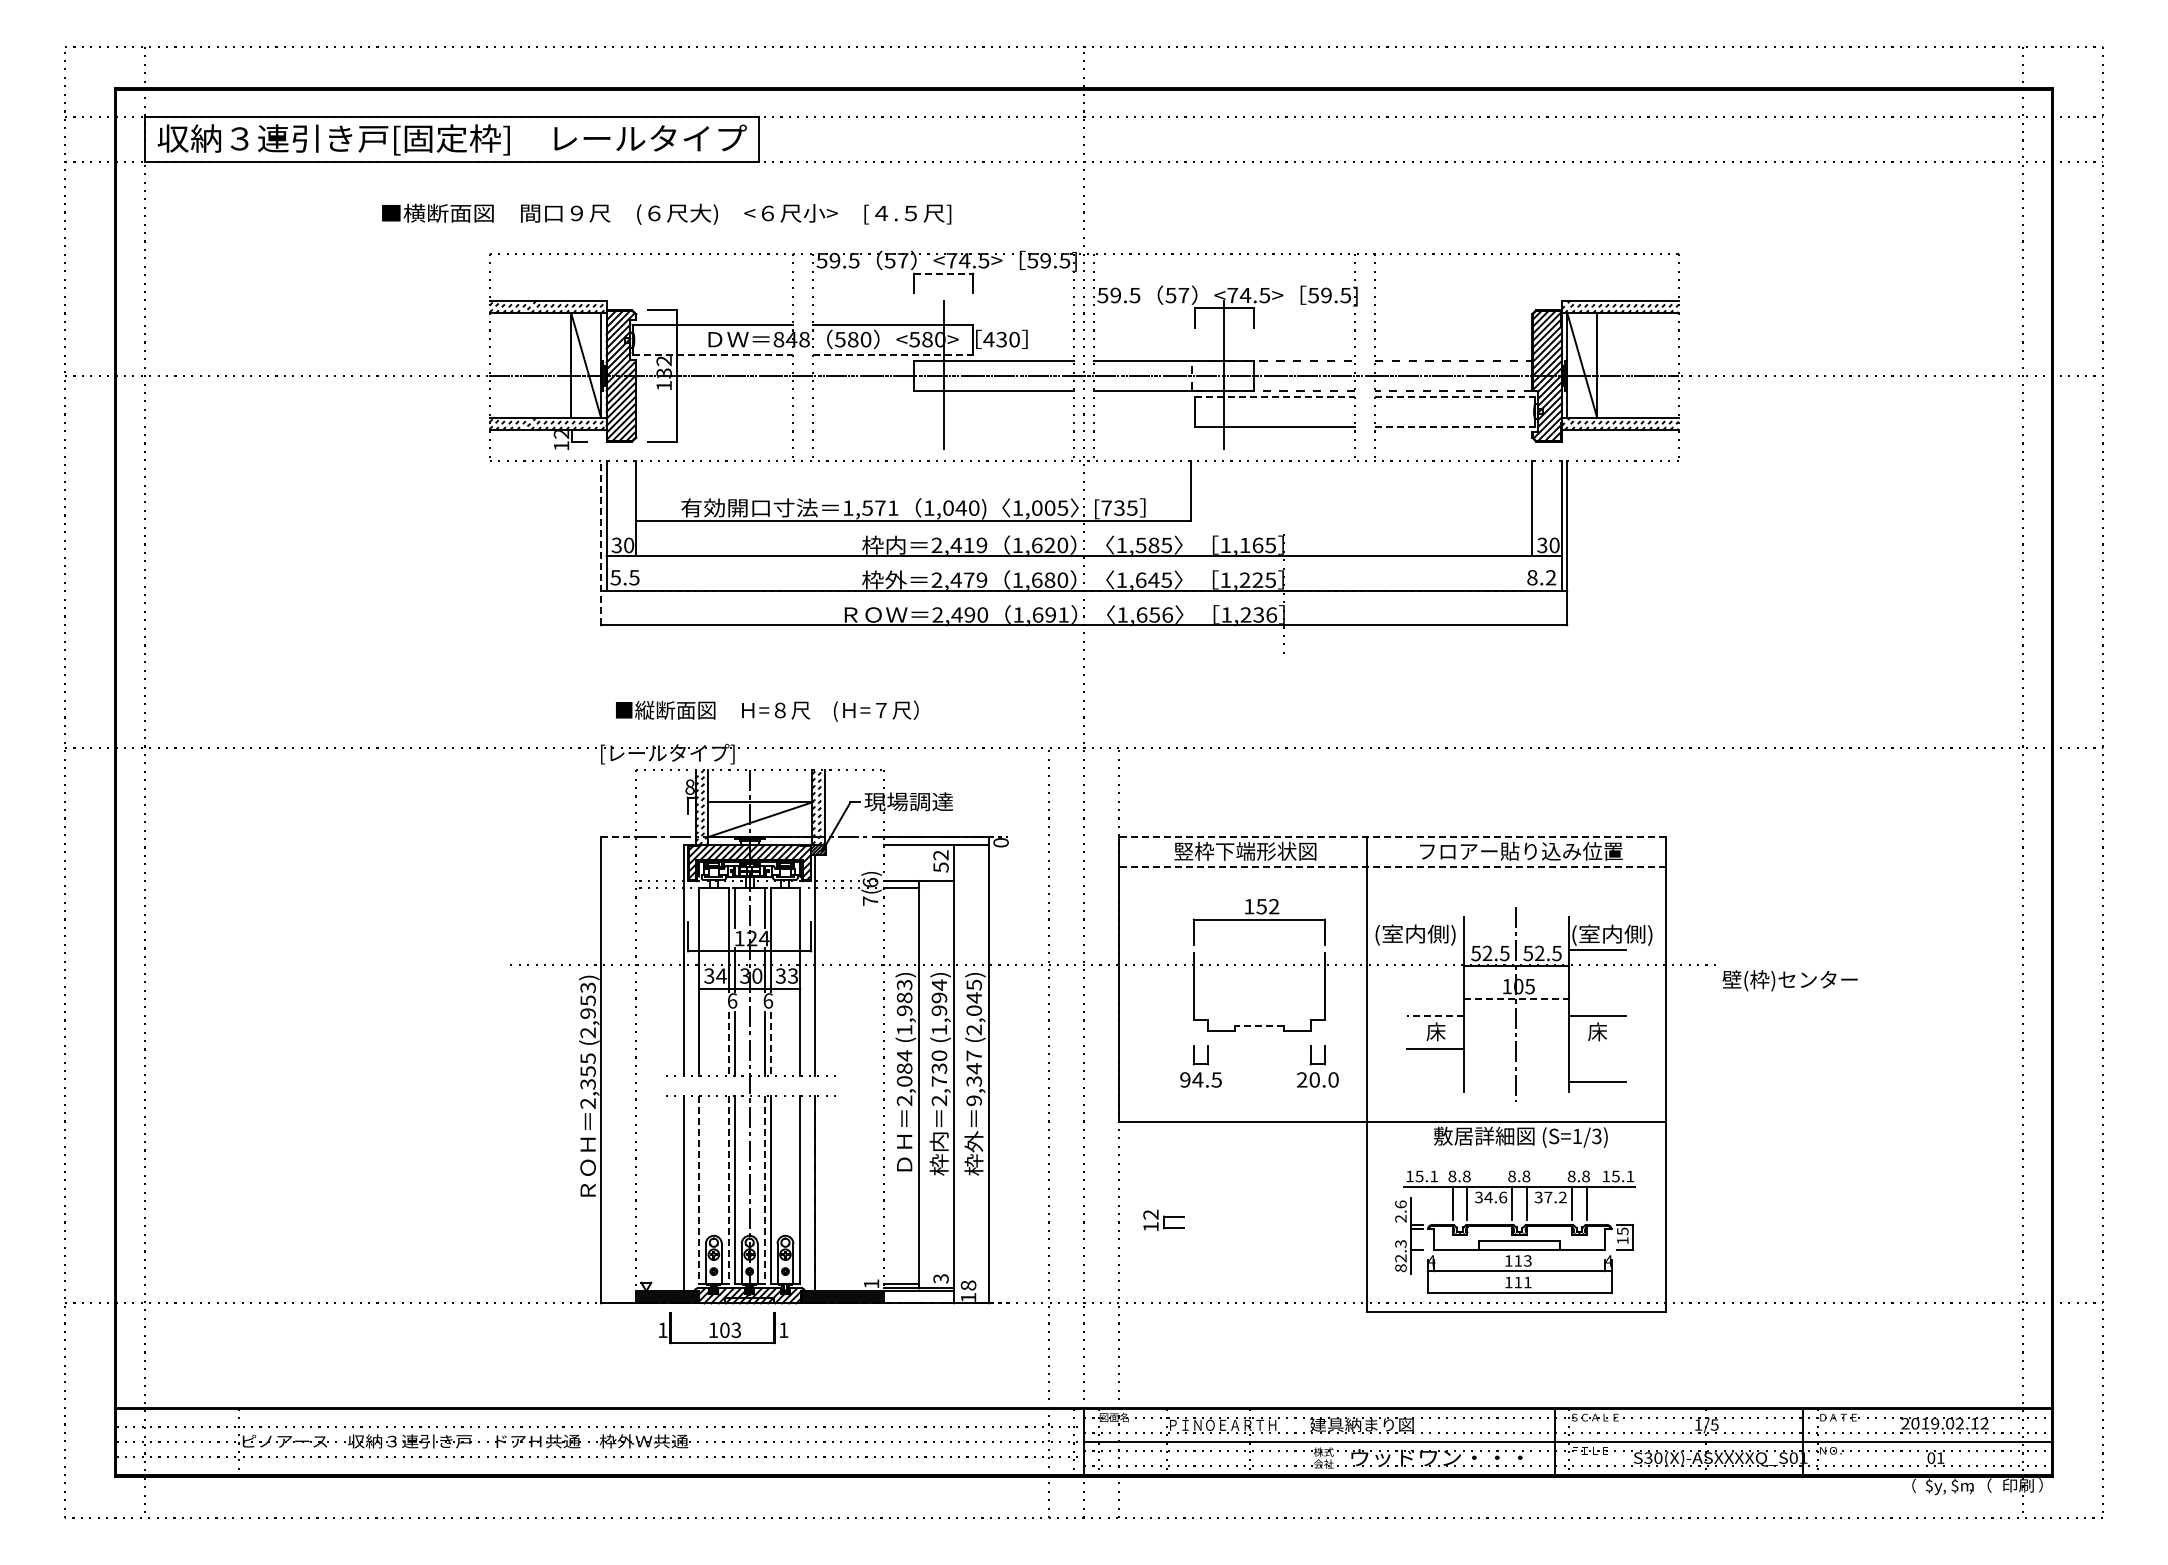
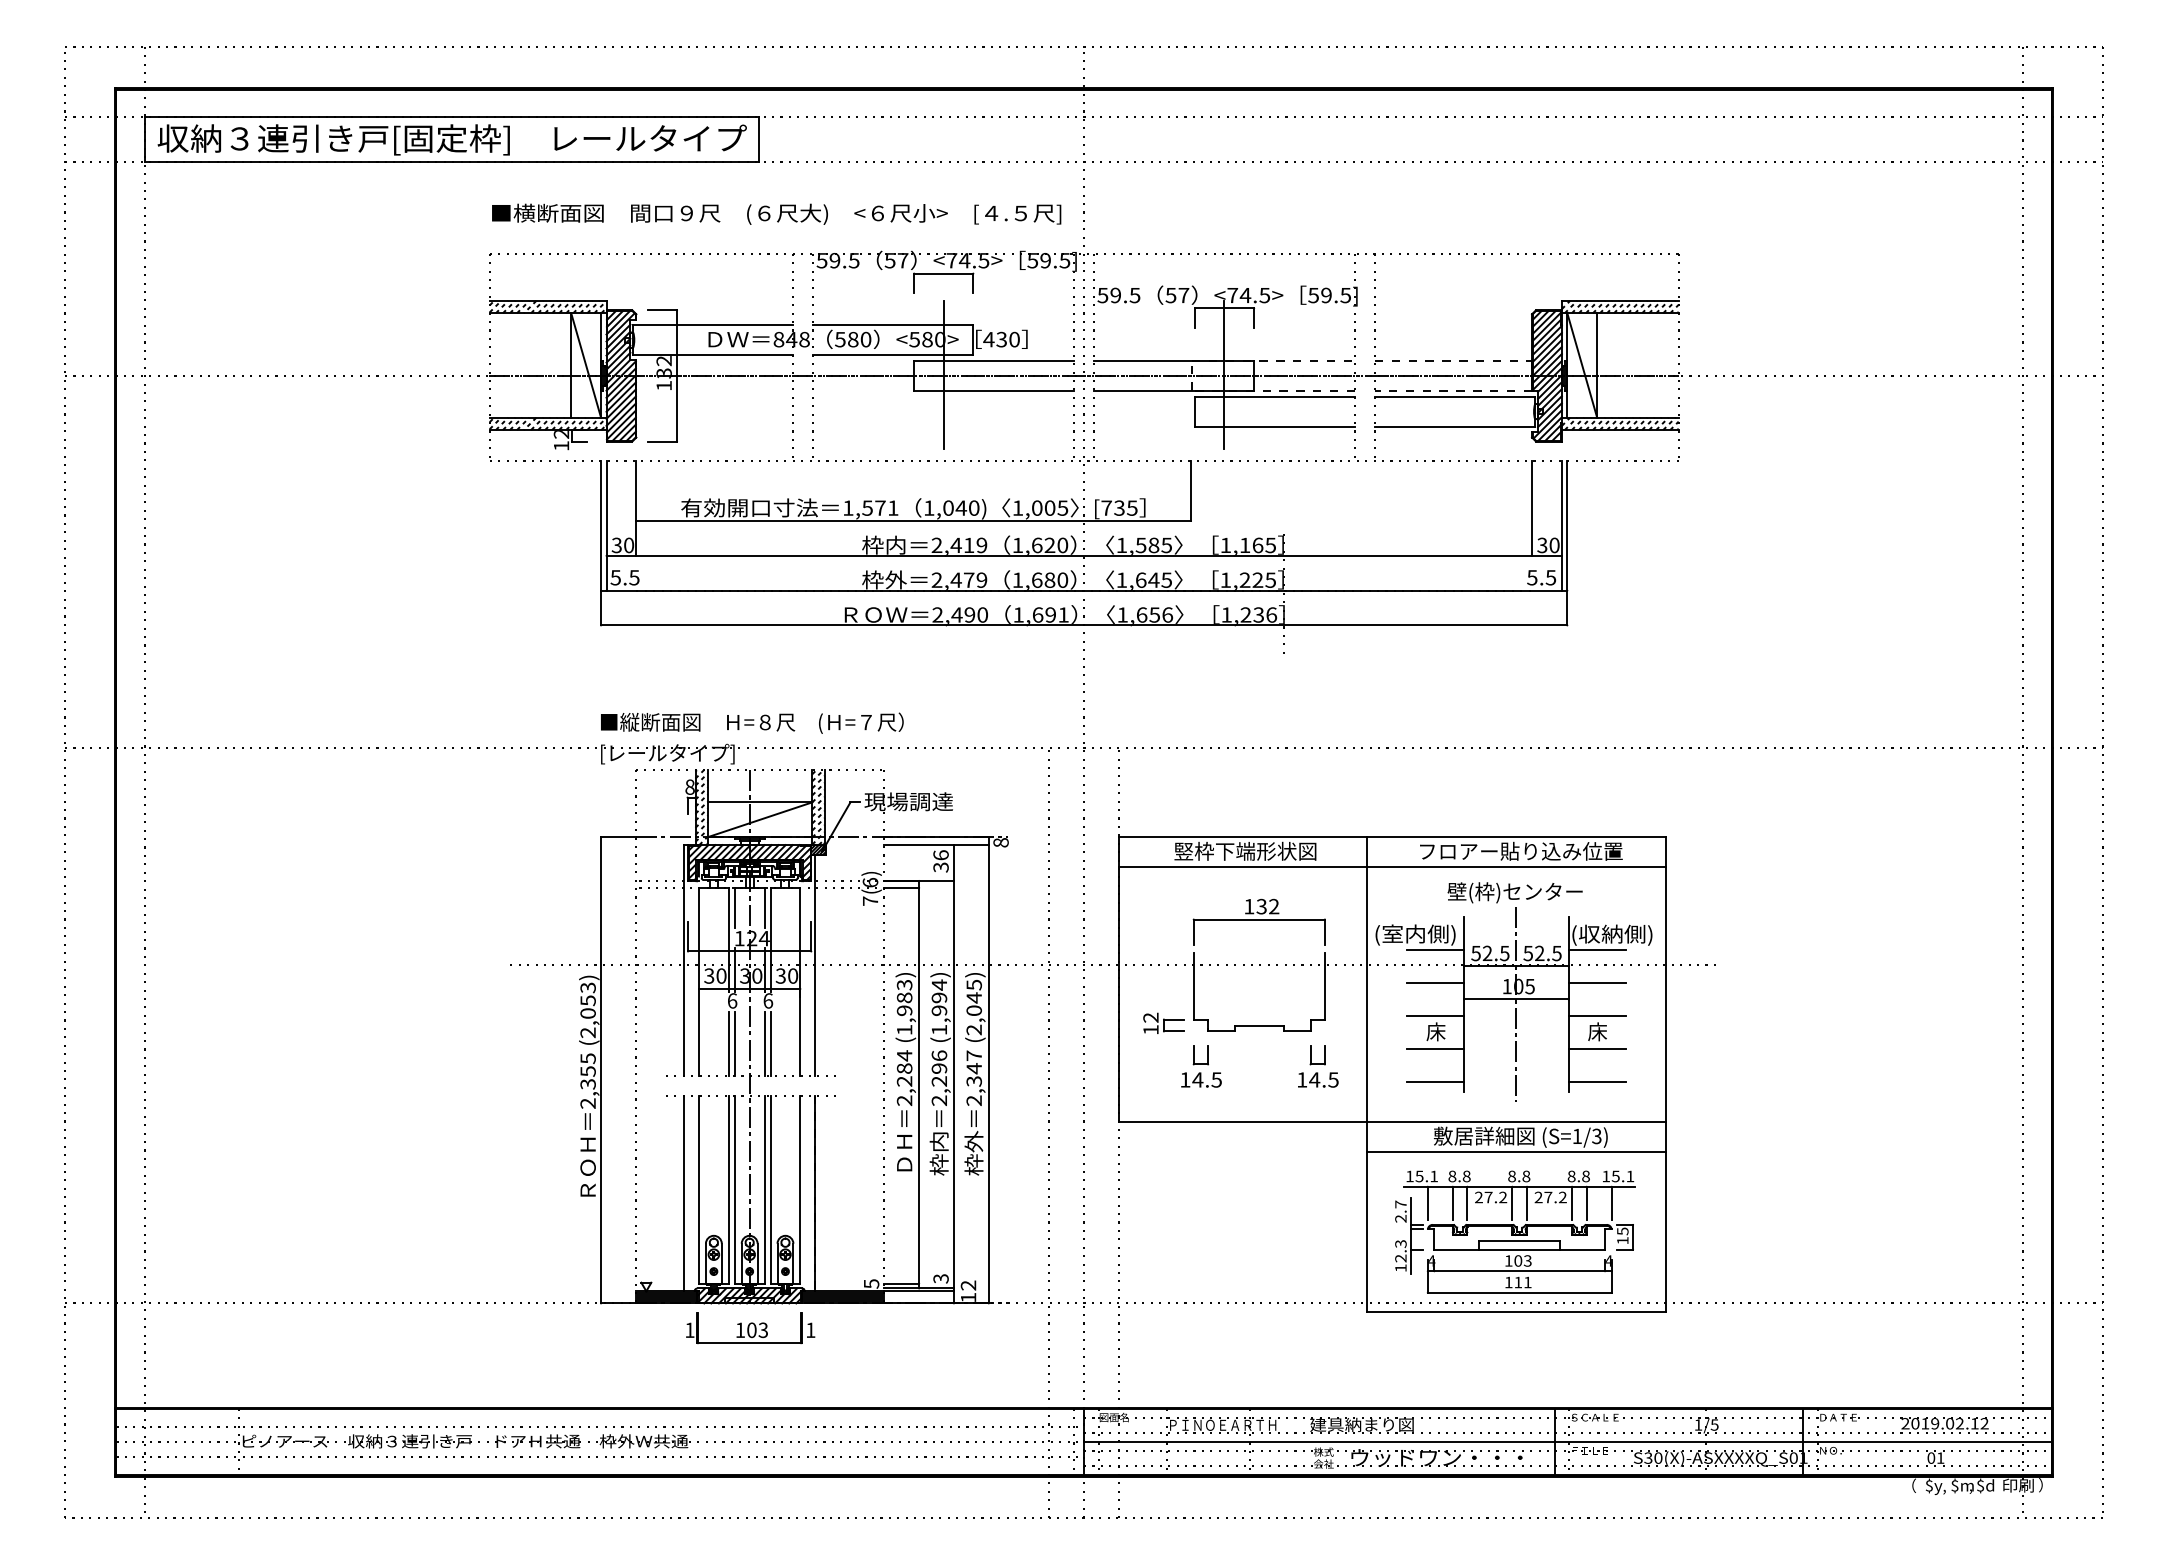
text at (666, 213) position: (666, 213) -> (776, 213)
line at (943, 273): dashed -> solid
line at (713, 355): dashed -> solid
line at (893, 355): dashed -> solid
line at (1275, 396): dashed -> solid
line at (1455, 396): dashed -> solid
line at (1455, 426): dashed -> solid
line at (601, 542): dashed -> solid
text at (1541, 577): 8.2 -> 5.5
text at (767, 710) position: (767, 710) -> (752, 722)
line at (618, 837): dashed -> solid
line at (1391, 837): dashed -> solid
text at (1000, 842): 0 -> 8
text at (940, 860): 52 -> 36
line at (1391, 866): dashed -> solid
text at (1261, 905): 152 -> 132
text at (1600, 933): (室内側) -> (収納側)
line at (1435, 949): none -> present
text at (721, 975): 34 -> 30
text at (793, 975): 33 -> 30
text at (1789, 980) position: (1789, 980) -> (1514, 892)
line at (1435, 982): none -> present
line at (1596, 982): none -> present
line at (1516, 999): dashed -> solid
text at (587, 1013): (2,953) -> (2,053)
line at (1435, 1016): dashed -> solid
line at (1258, 1025): dashed -> solid
line at (728, 1043): dashed -> solid
line at (770, 1043): dashed -> solid
line at (1596, 1049): none -> present
text at (939, 1068): 2,730 -> 2,296
text at (1185, 1079): 94.5 -> 14.5
text at (1317, 1079): 20.0 -> 14.5
text at (904, 1081): 2,084 -> 2,284
line at (1435, 1082): none -> present
text at (974, 1100): 9,347 -> 2,347
line at (1516, 1151): none -> present
line at (698, 1189): dashed -> solid
line at (728, 1189): dashed -> solid
line at (764, 1189): dashed -> solid
text at (1491, 1197): 34.6 -> 27.2
text at (1538, 1197): 37.2 -> 27.2
line at (1427, 1202): none -> present
line at (1611, 1202): none -> present
text at (1400, 1204): 2.6 -> 2.7
part at (1163, 1219) position: (1163, 1219) -> (1163, 1022)
text at (1518, 1260): 113 -> 103
text at (1400, 1268): 82.3 -> 12.3
text at (871, 1283): 1 -> 5
text at (968, 1285): 18 -> 12
part at (723, 1328) position: (723, 1328) -> (750, 1328)
text at (1985, 1485): （ -> $d
